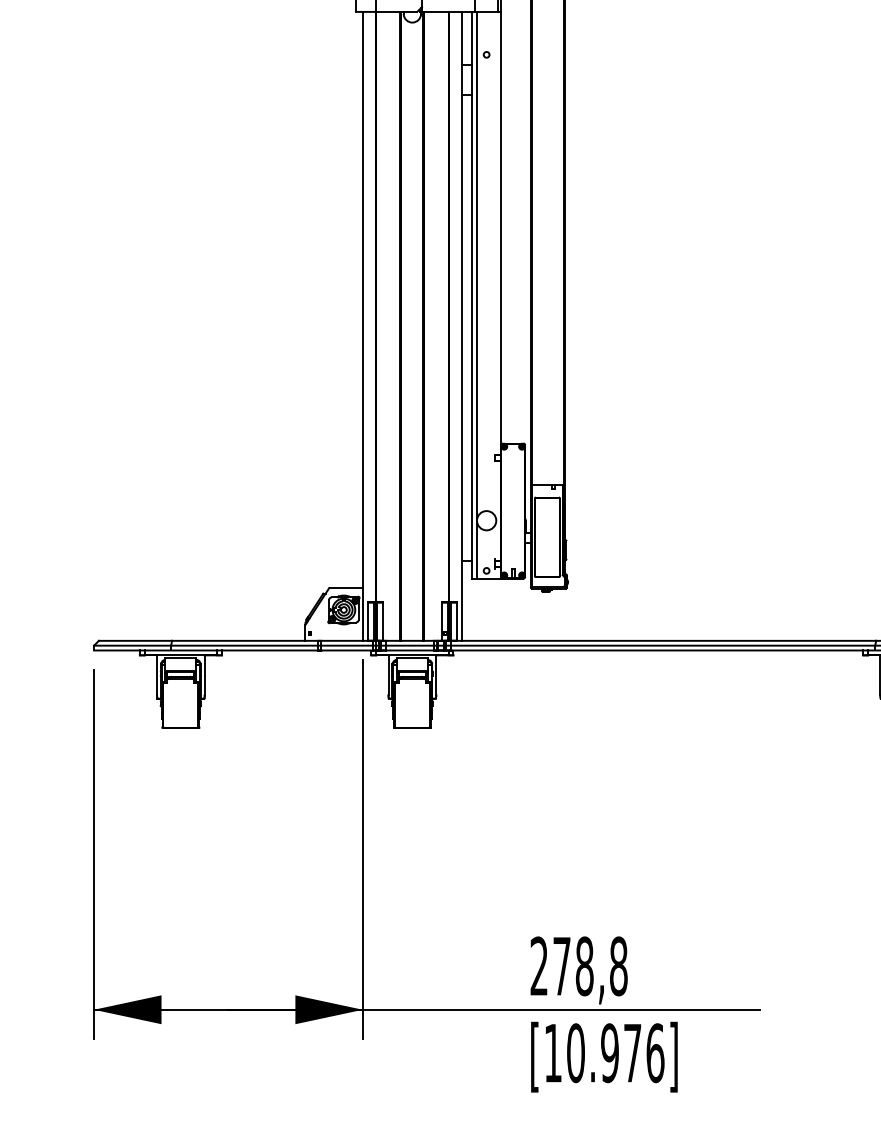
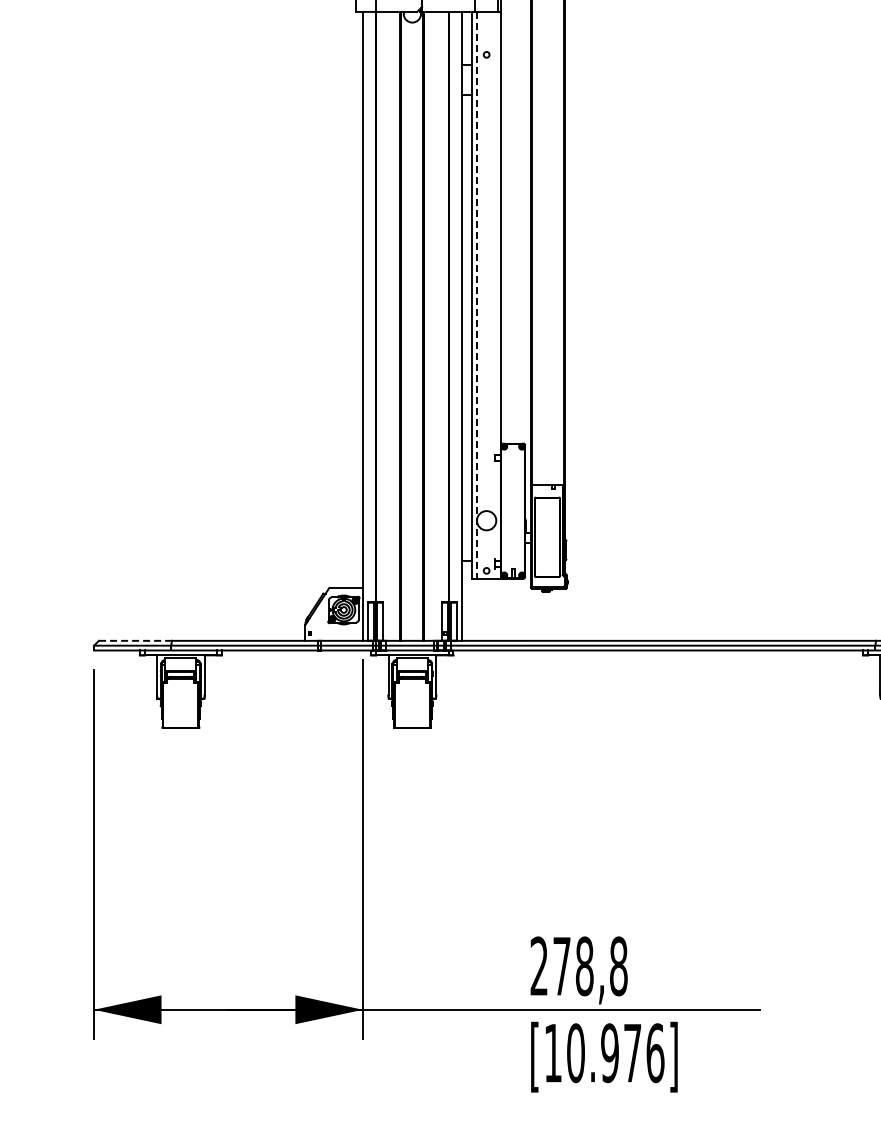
line at (477, 295): solid -> dashed
line at (135, 640): solid -> dashed
